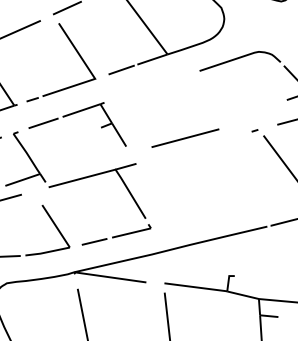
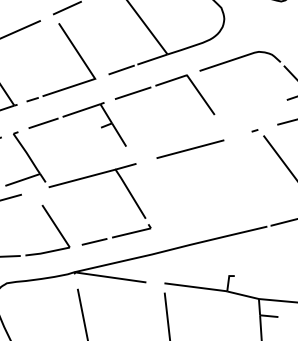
part at (160, 85): none -> present
line at (185, 137) position: (185, 137) -> (190, 148)
